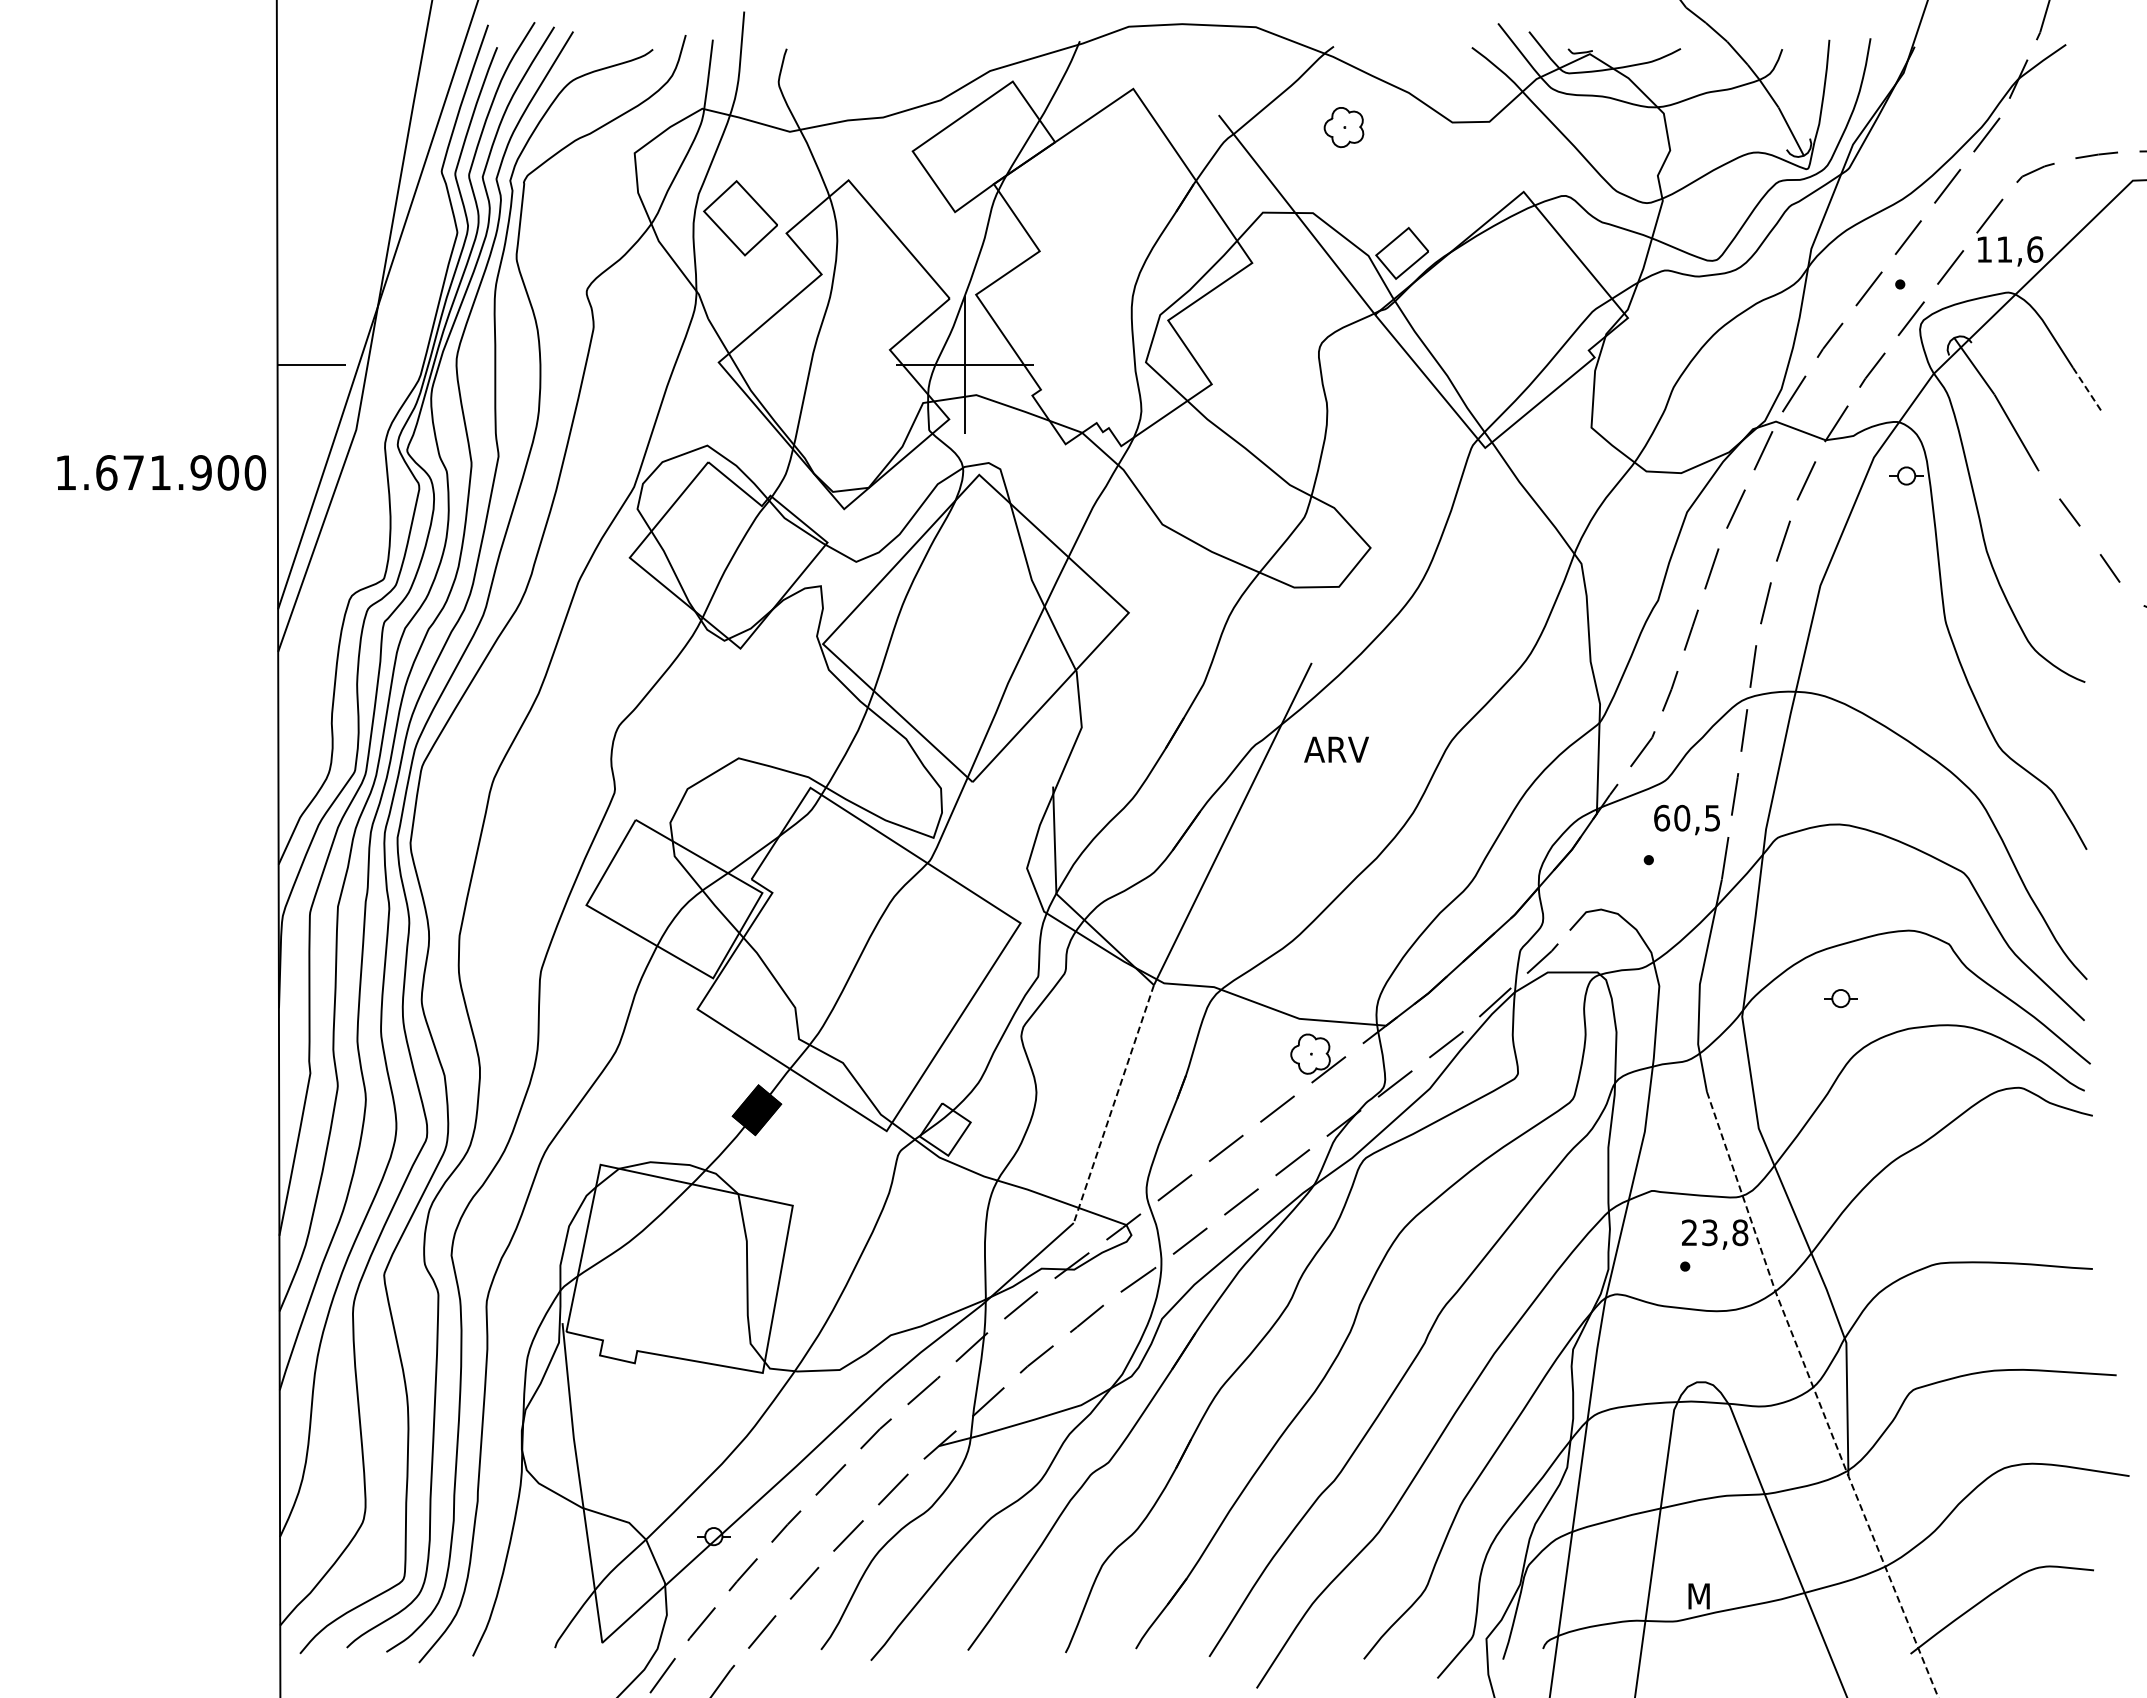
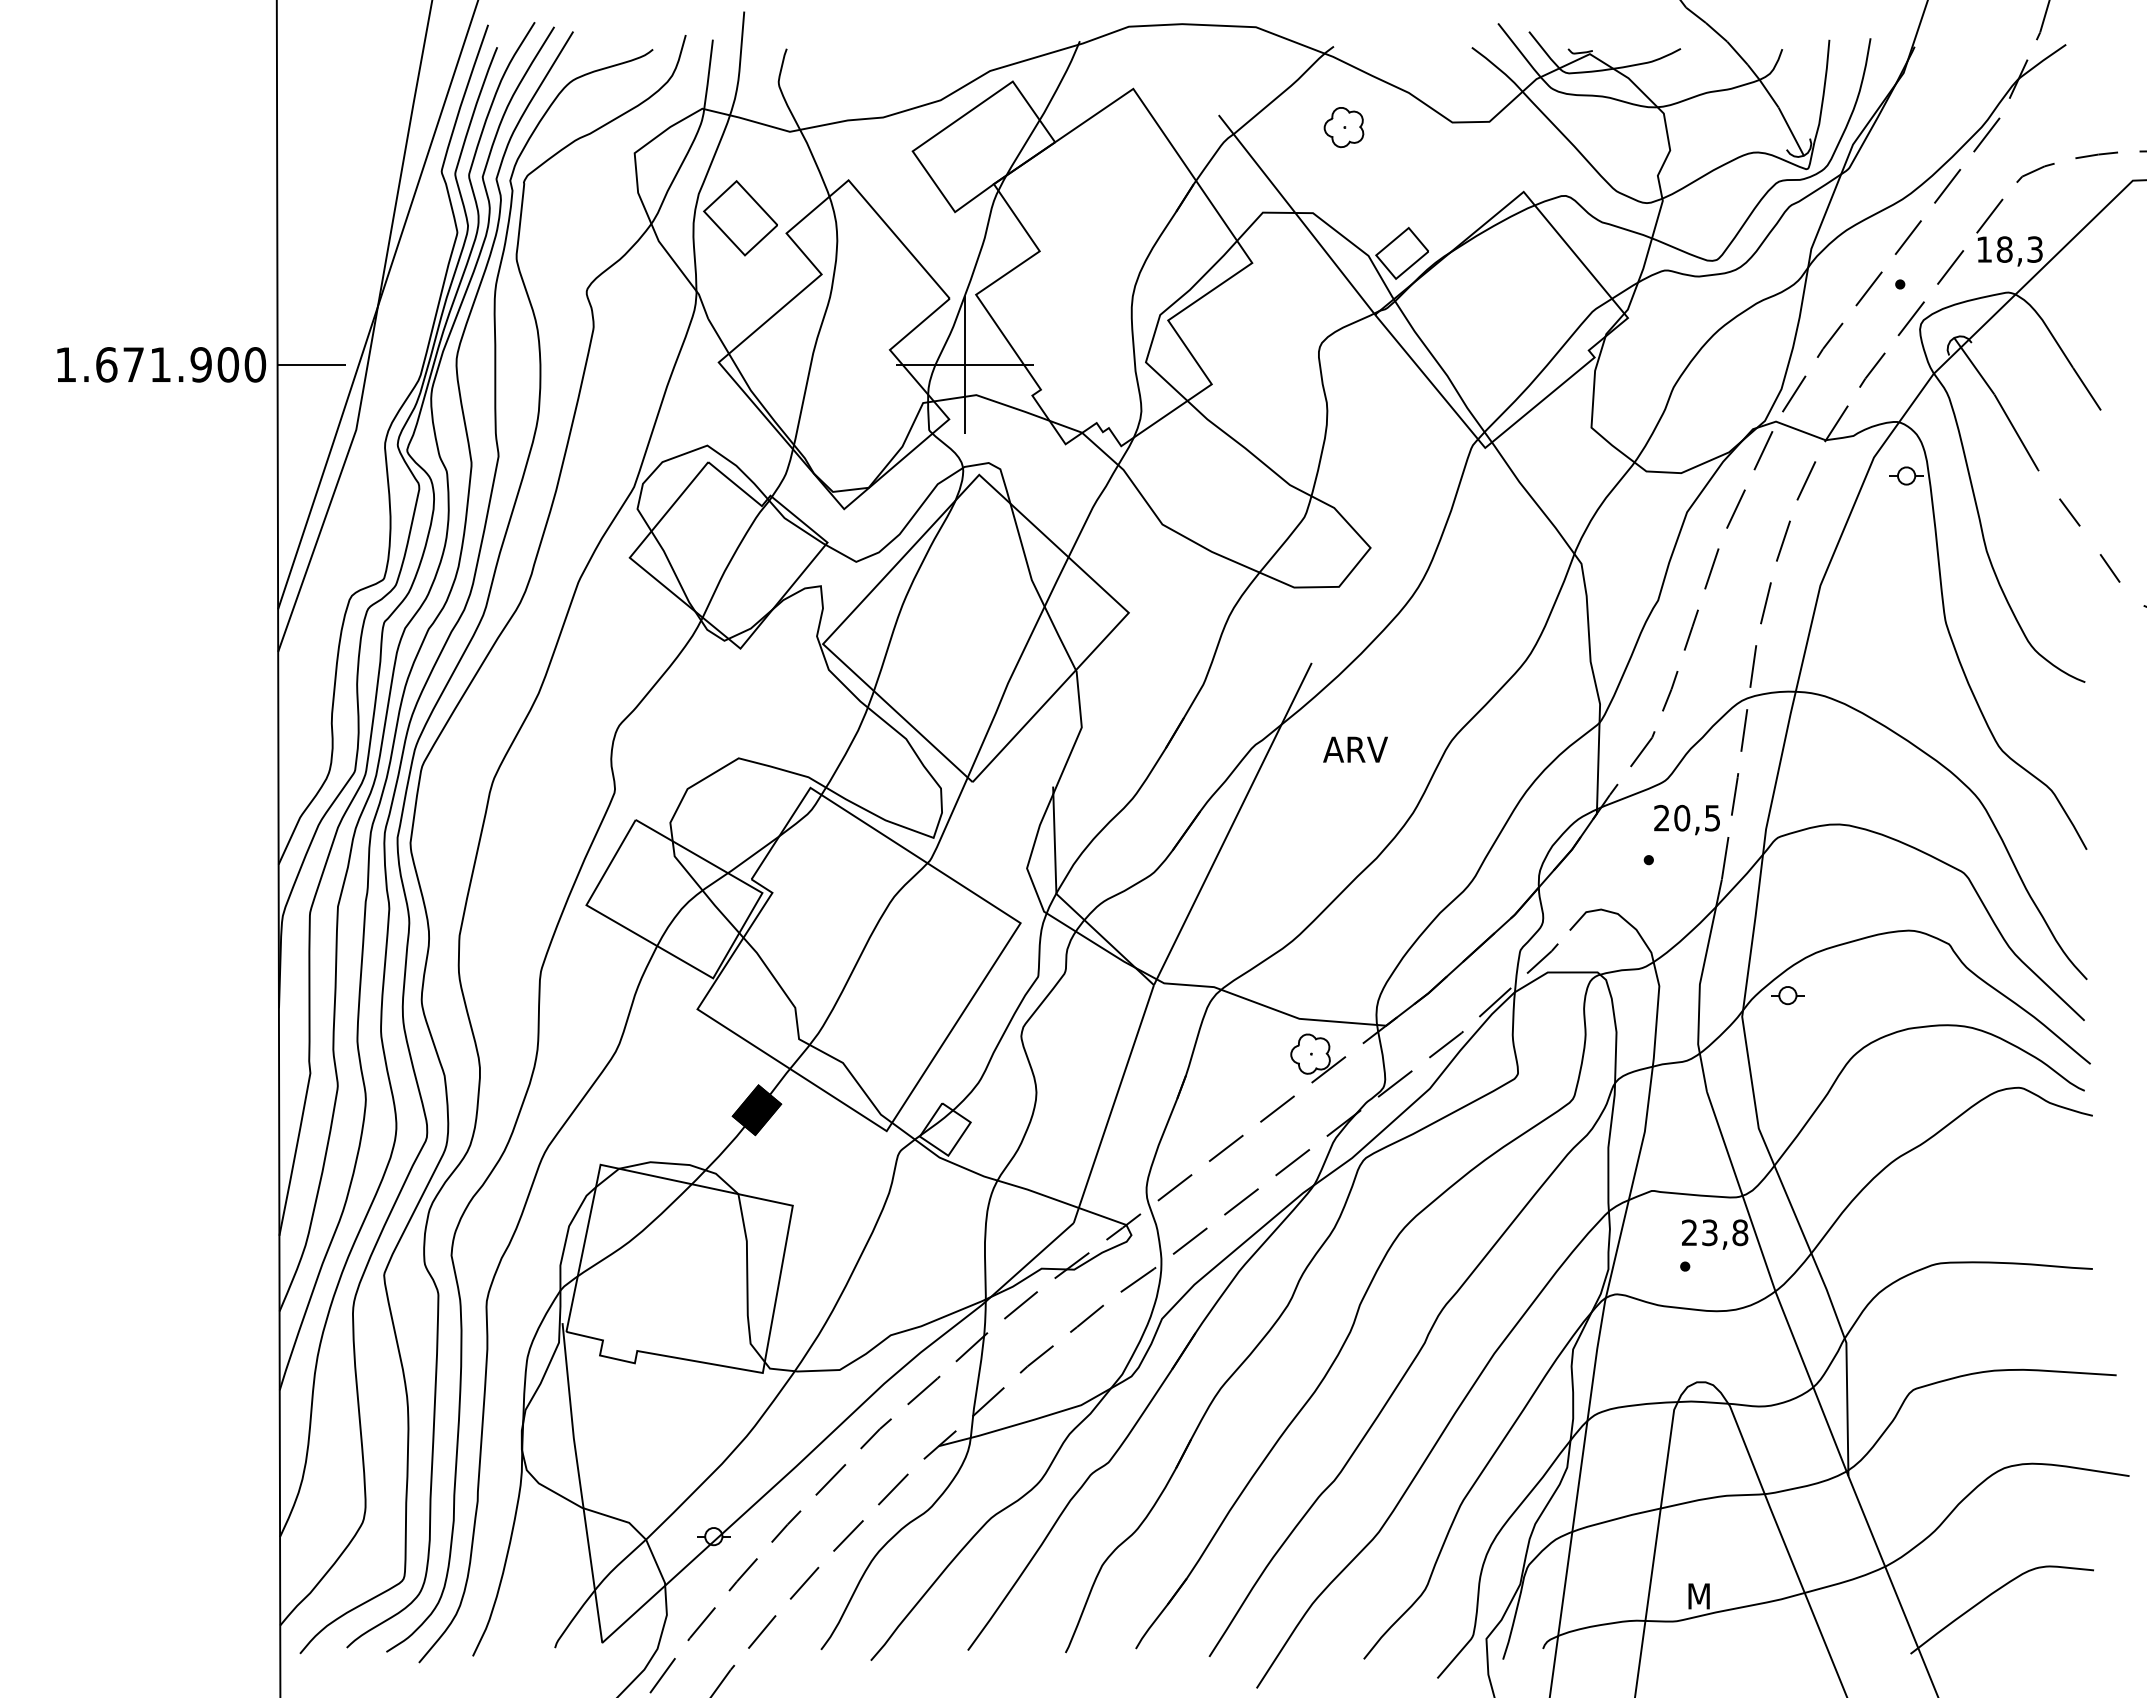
text at (2019, 249): 11,6 -> 18,3
line at (2086, 388): dashed -> solid
text at (161, 472) position: (161, 472) -> (161, 364)
text at (1336, 749) position: (1336, 749) -> (1355, 749)
text at (1662, 817): 60,5 -> 20,5
part at (1840, 998) position: (1840, 998) -> (1787, 995)
line at (1113, 1104): dashed -> solid
line at (1817, 1397): dashed -> solid
